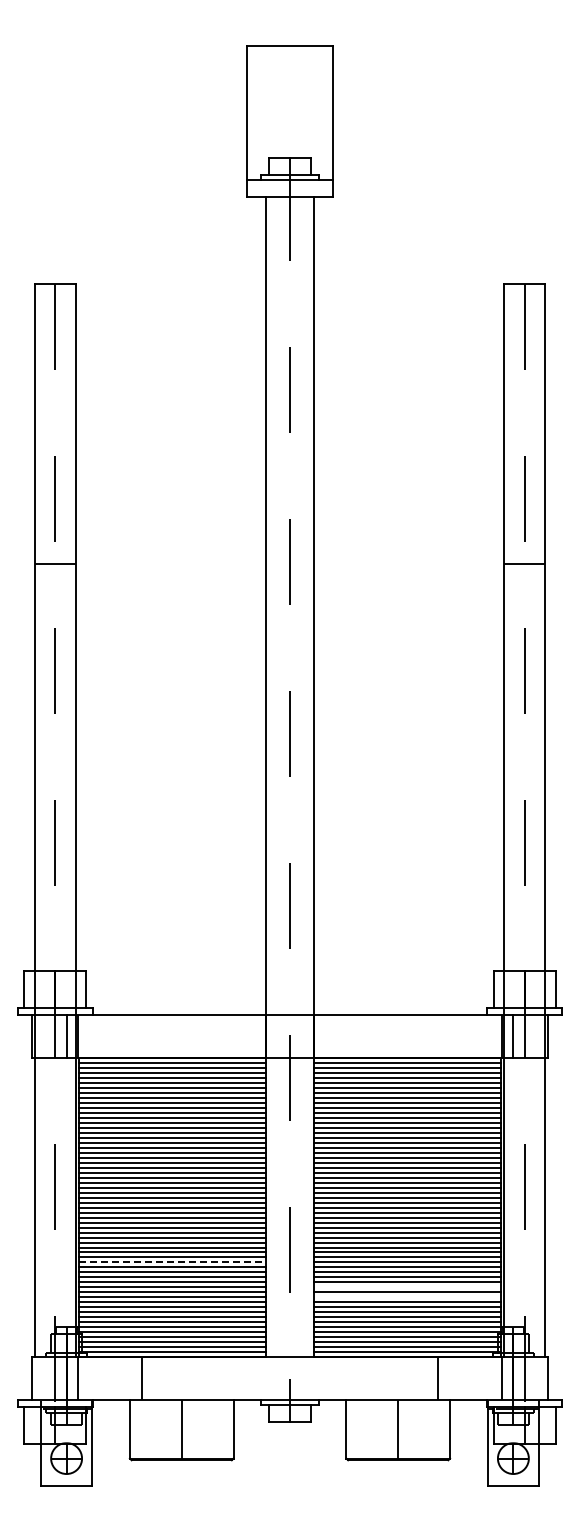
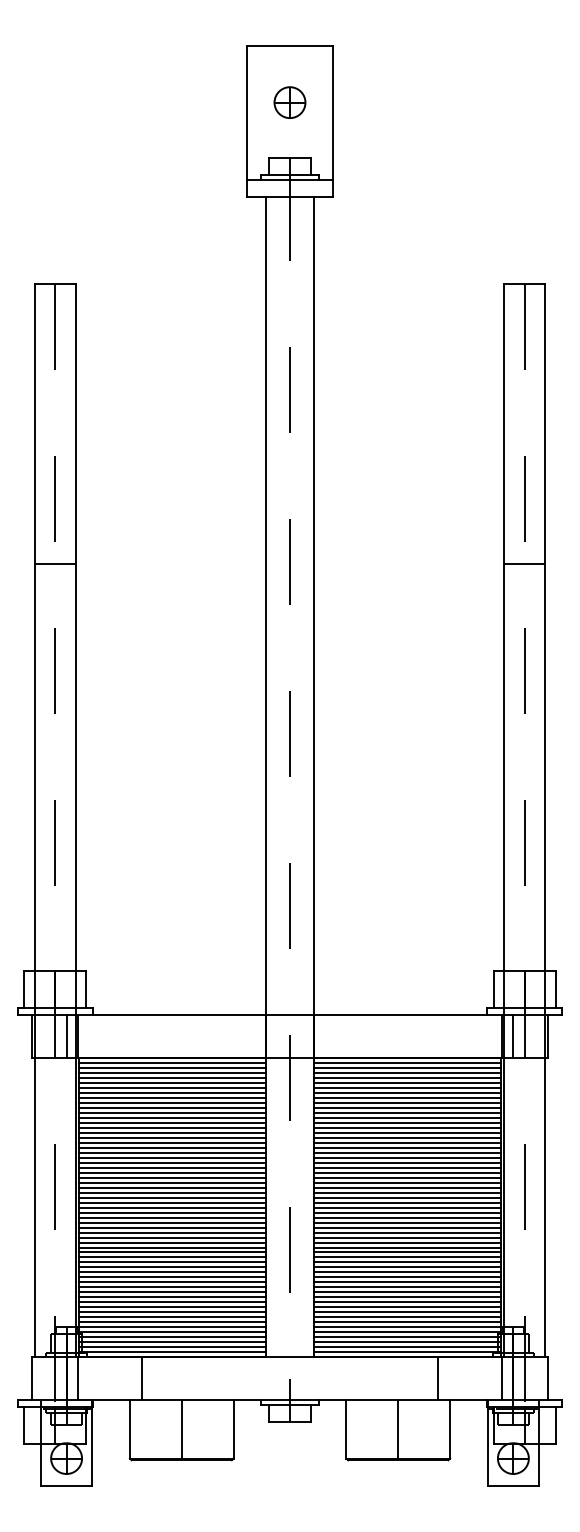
part at (289, 102): none -> present
line at (173, 1262): dashed -> solid
line at (407, 1287): none -> present
line at (407, 1297): none -> present
